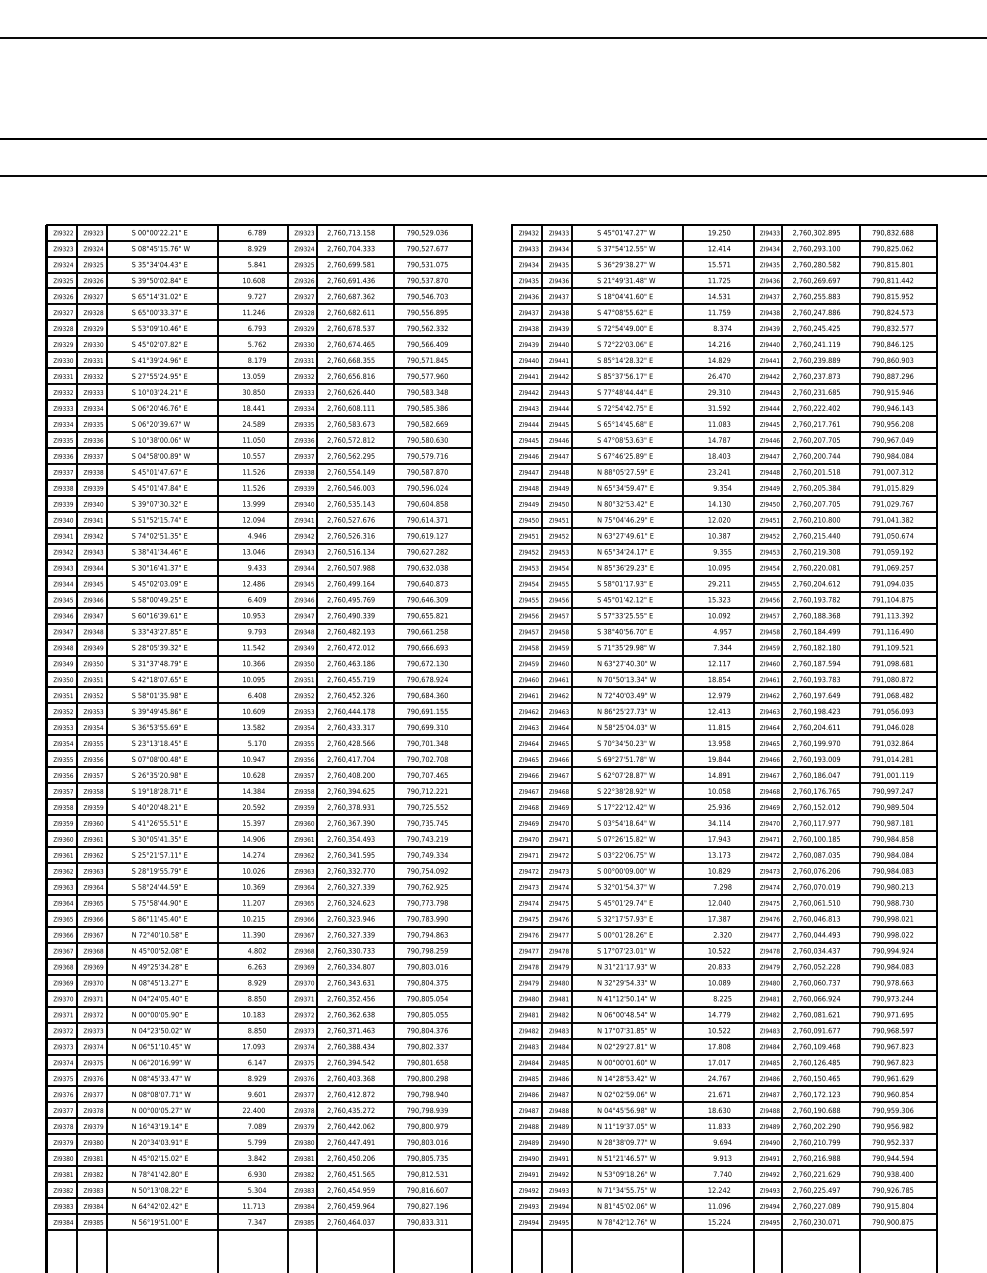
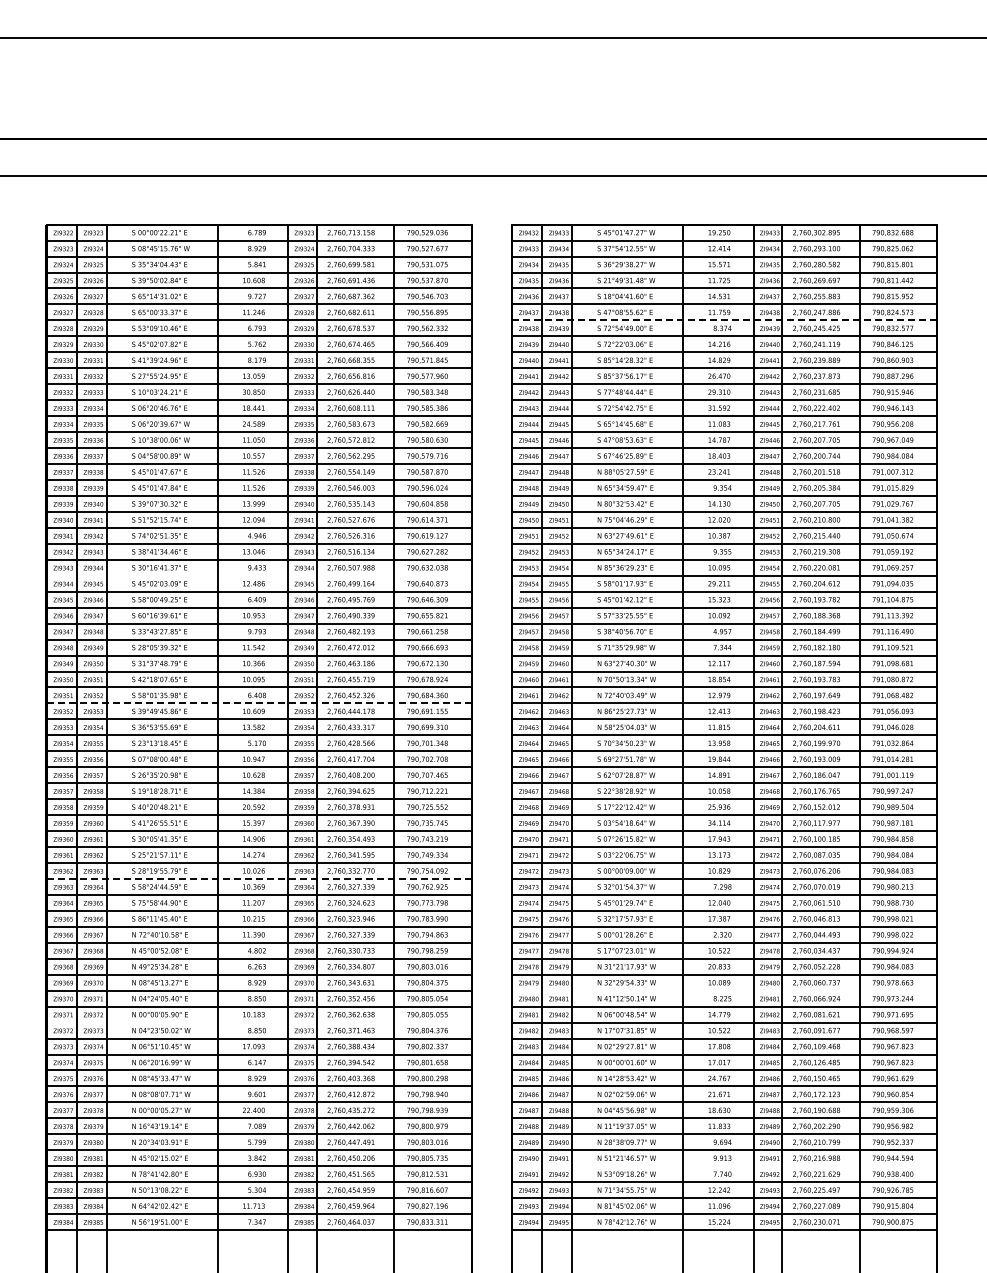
line at (724, 320): solid -> dashed
line at (258, 575): present -> none
line at (259, 703): solid -> dashed
line at (259, 878): solid -> dashed
line at (724, 990): present -> none
line at (258, 1022): present -> none
line at (724, 1166): present -> none
